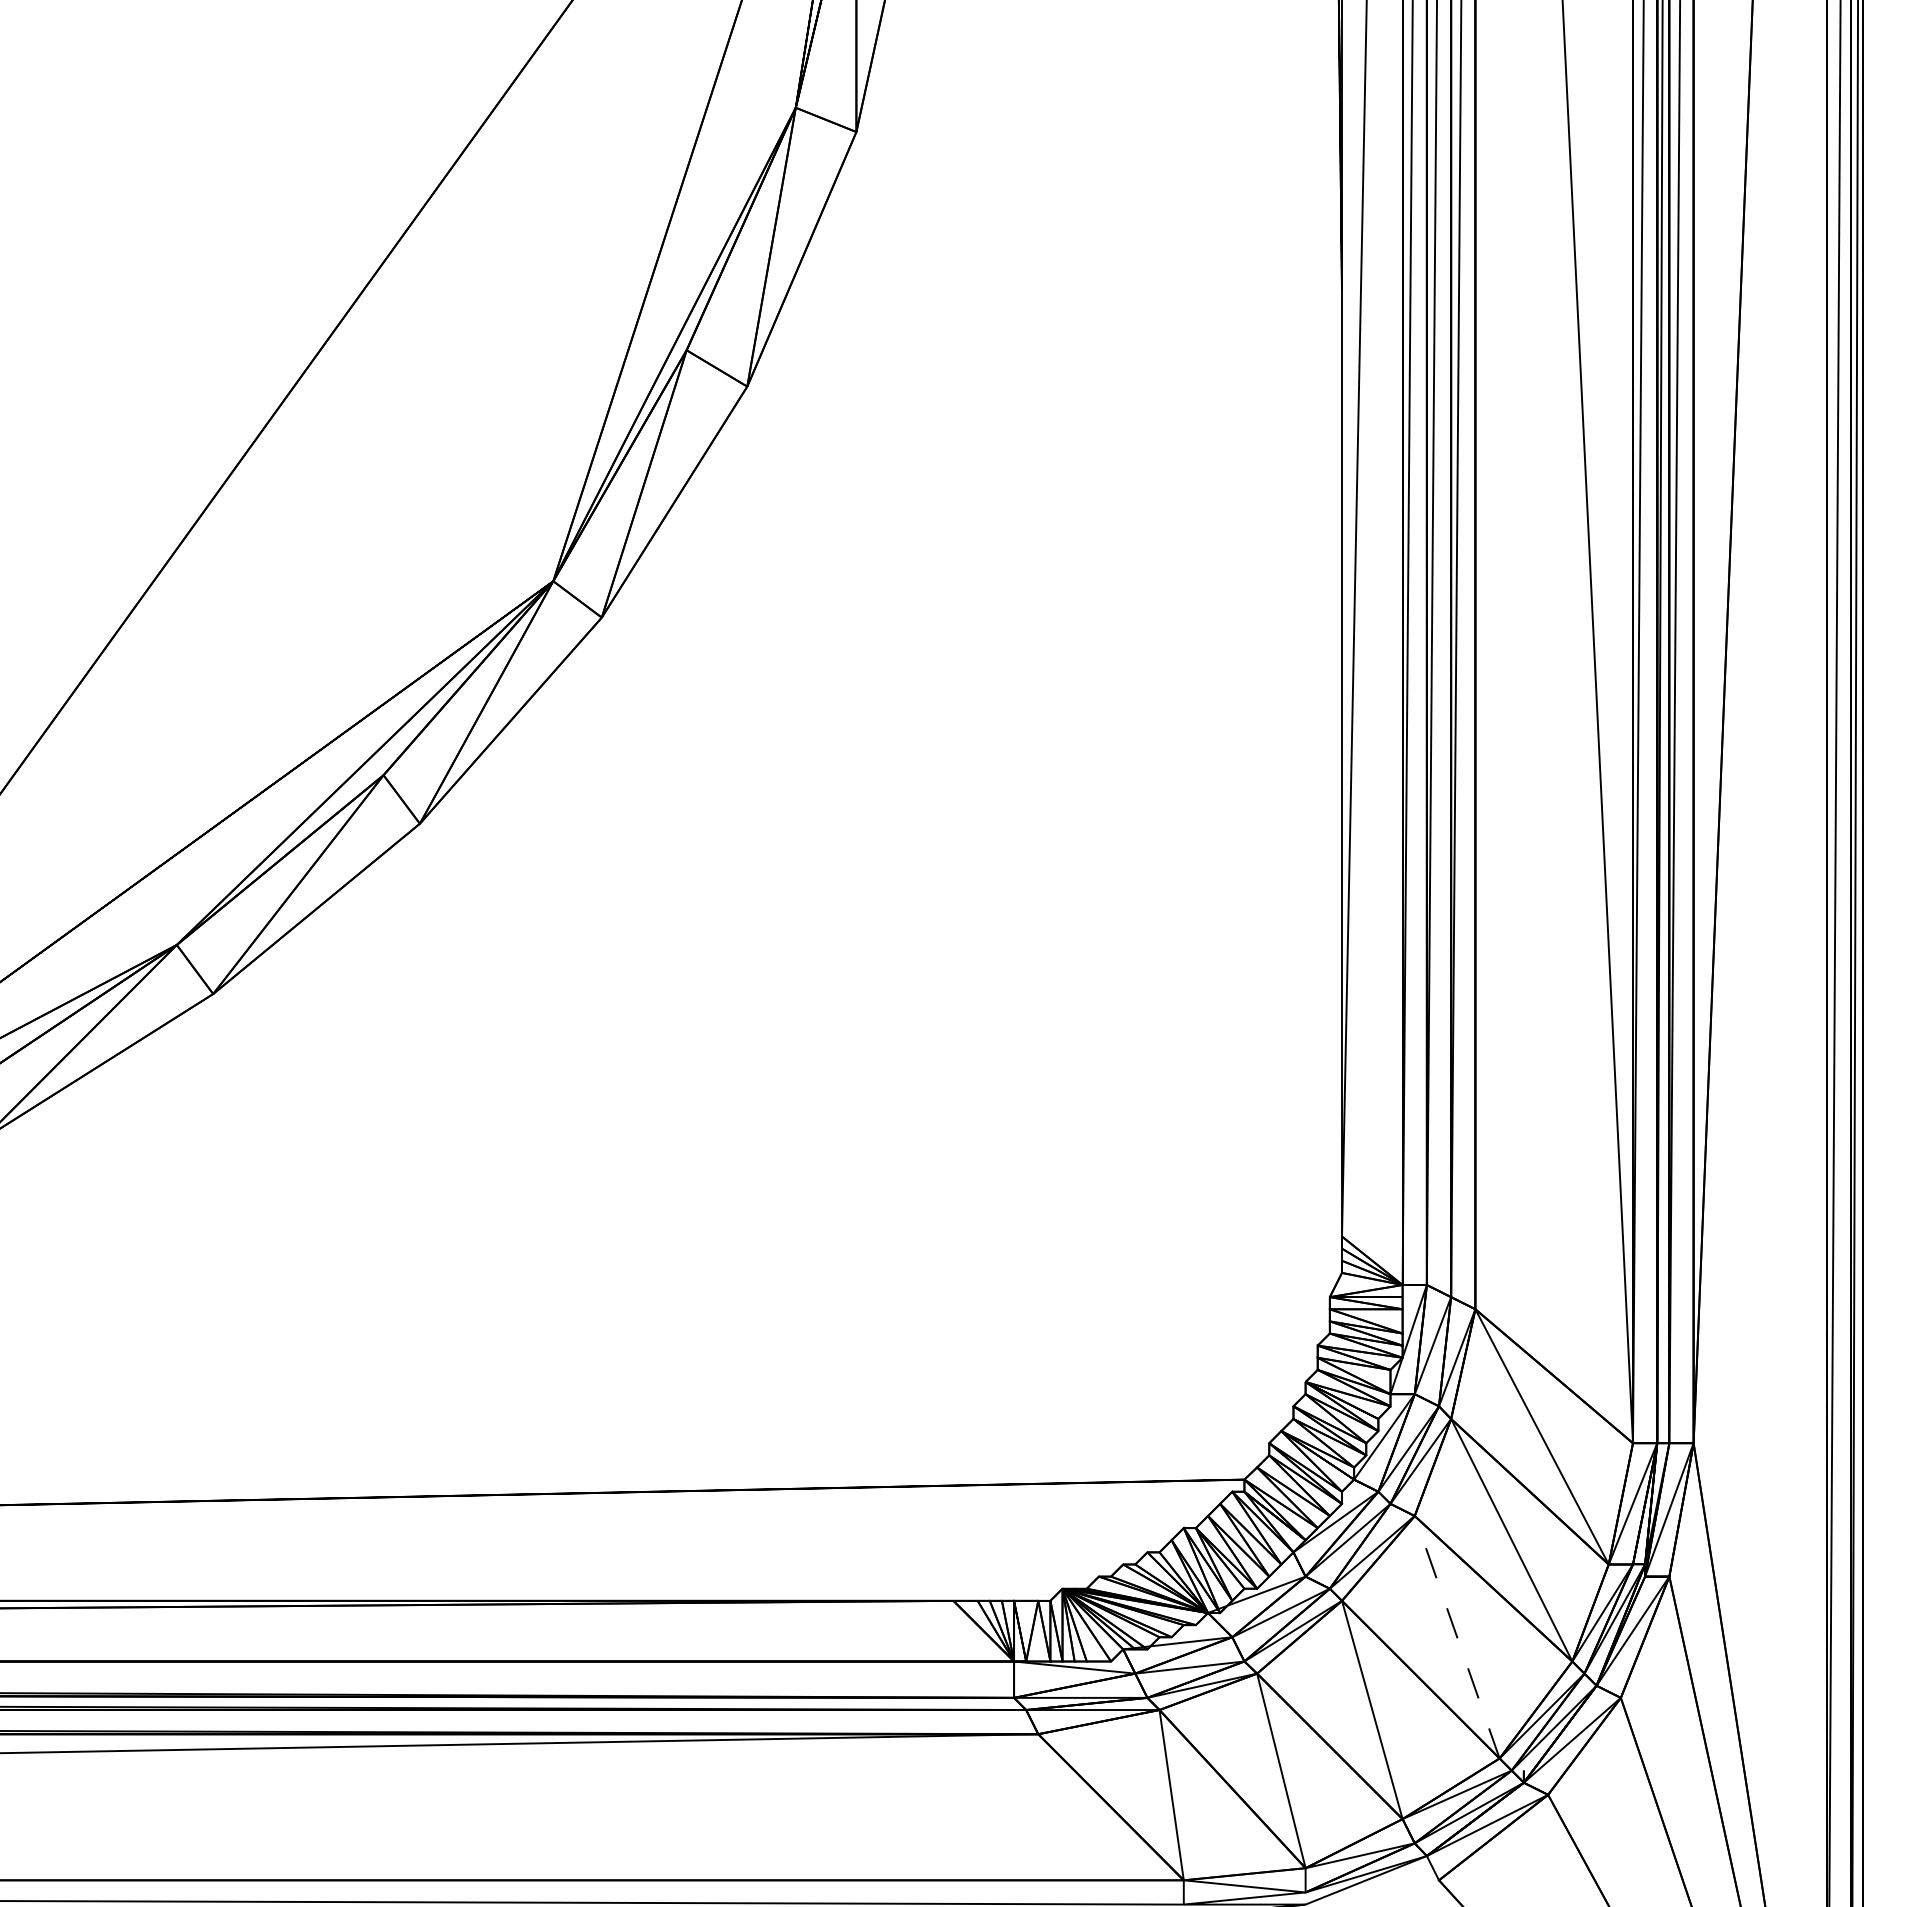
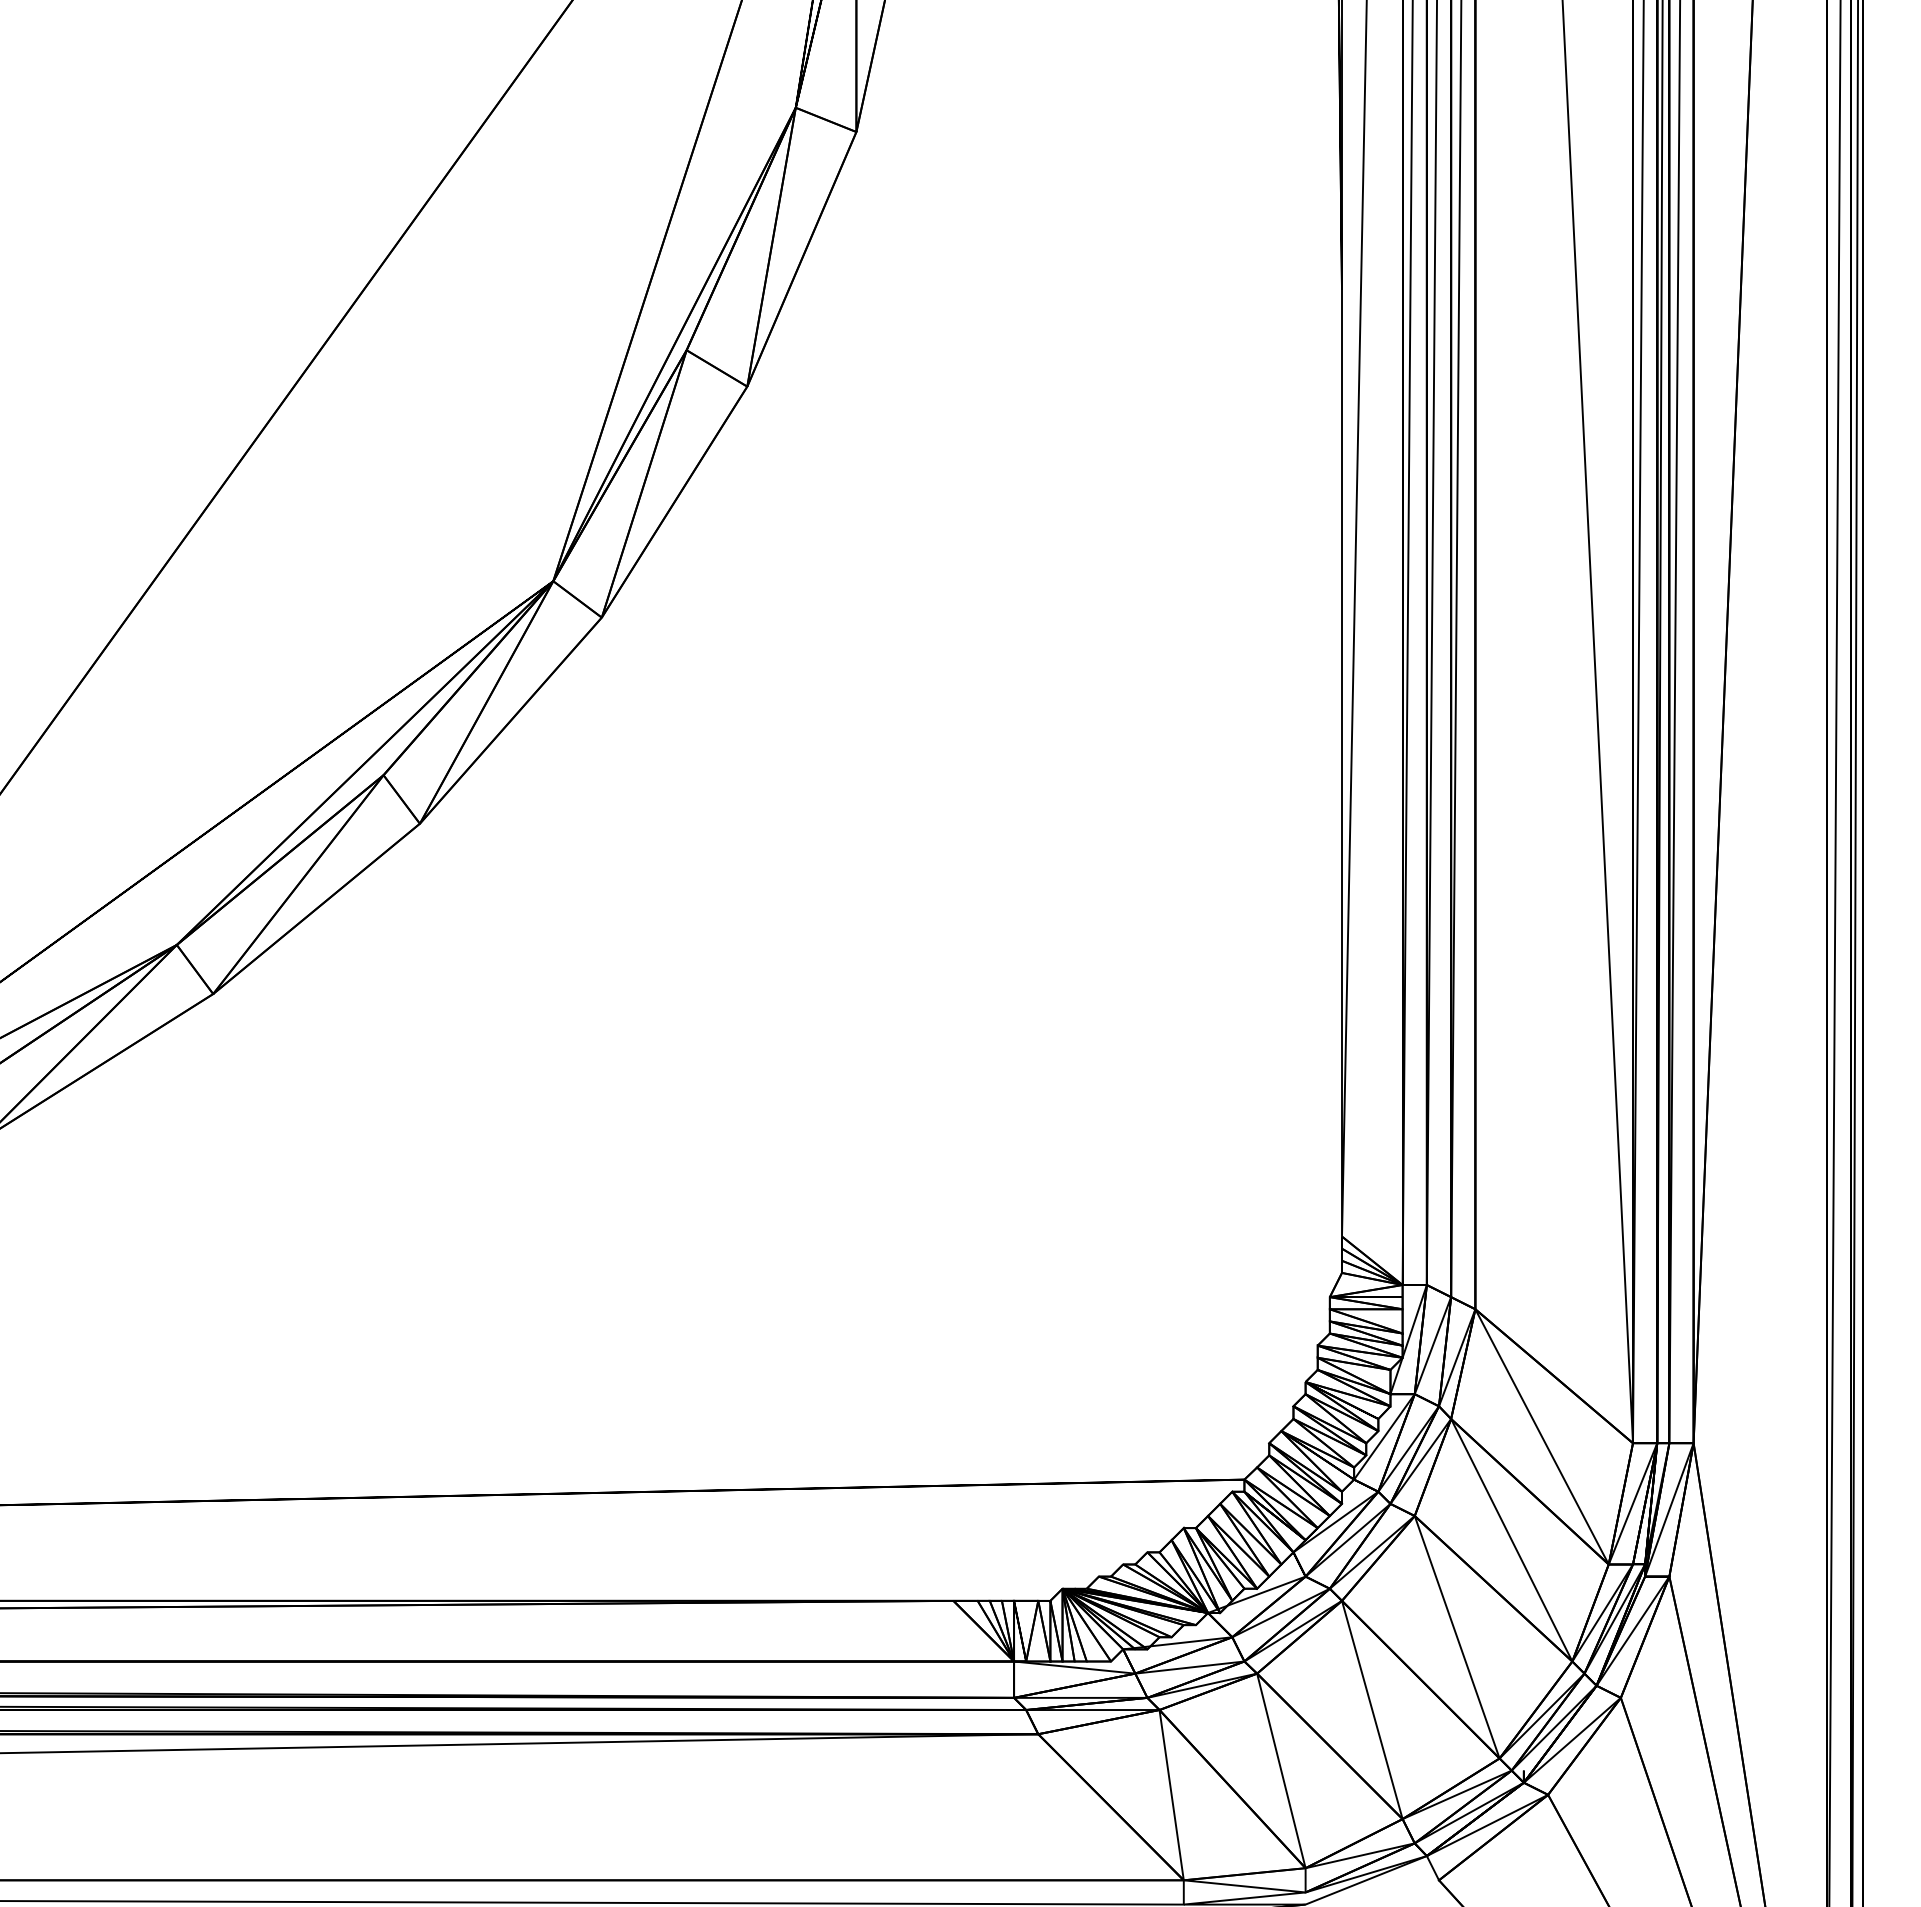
line at (1449, 1614): dashed -> solid
